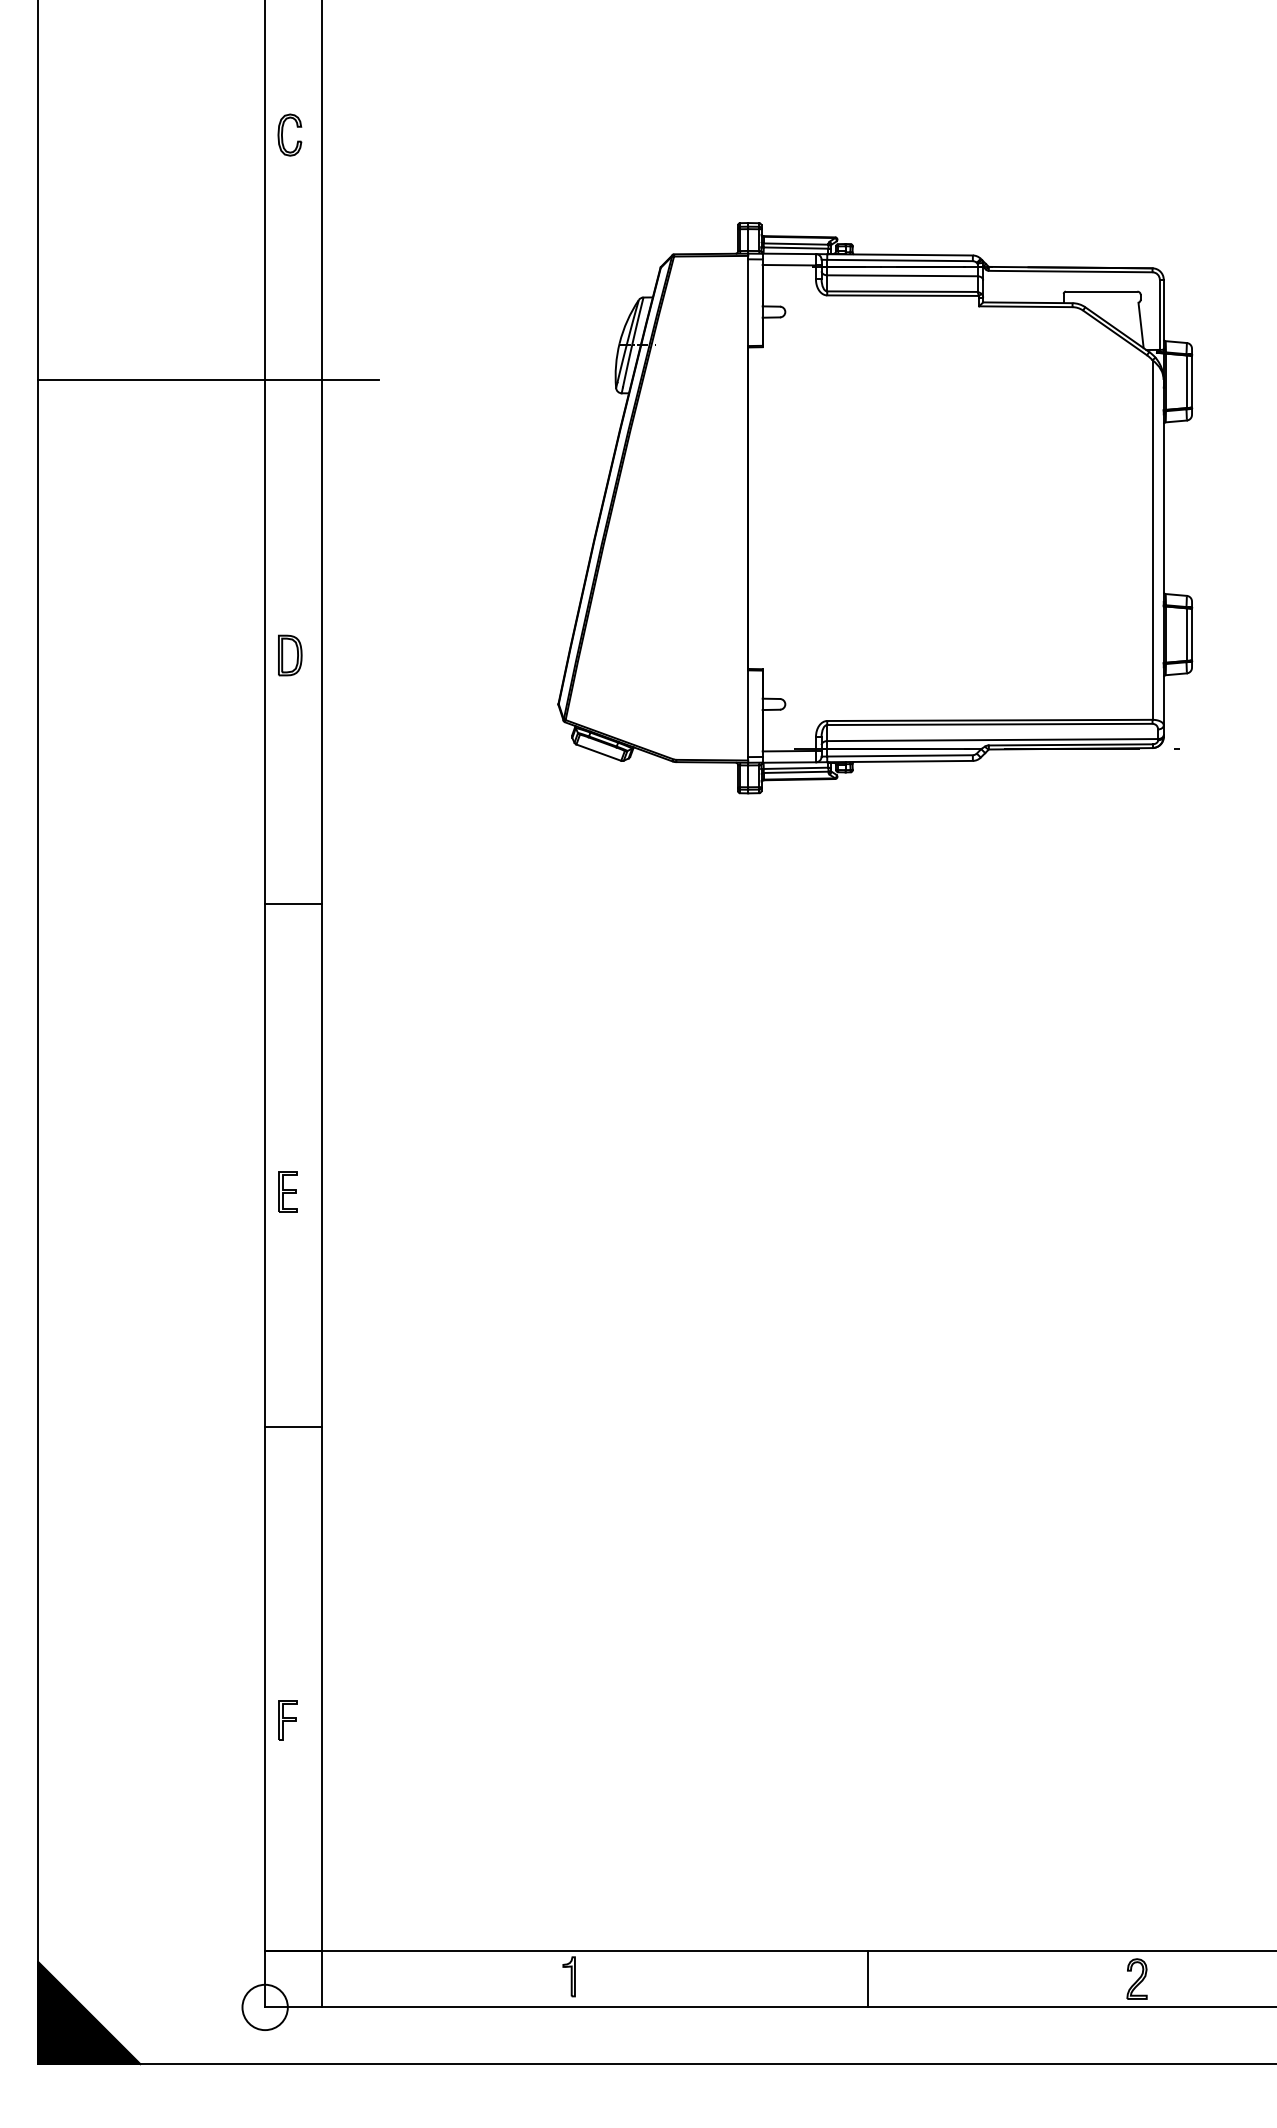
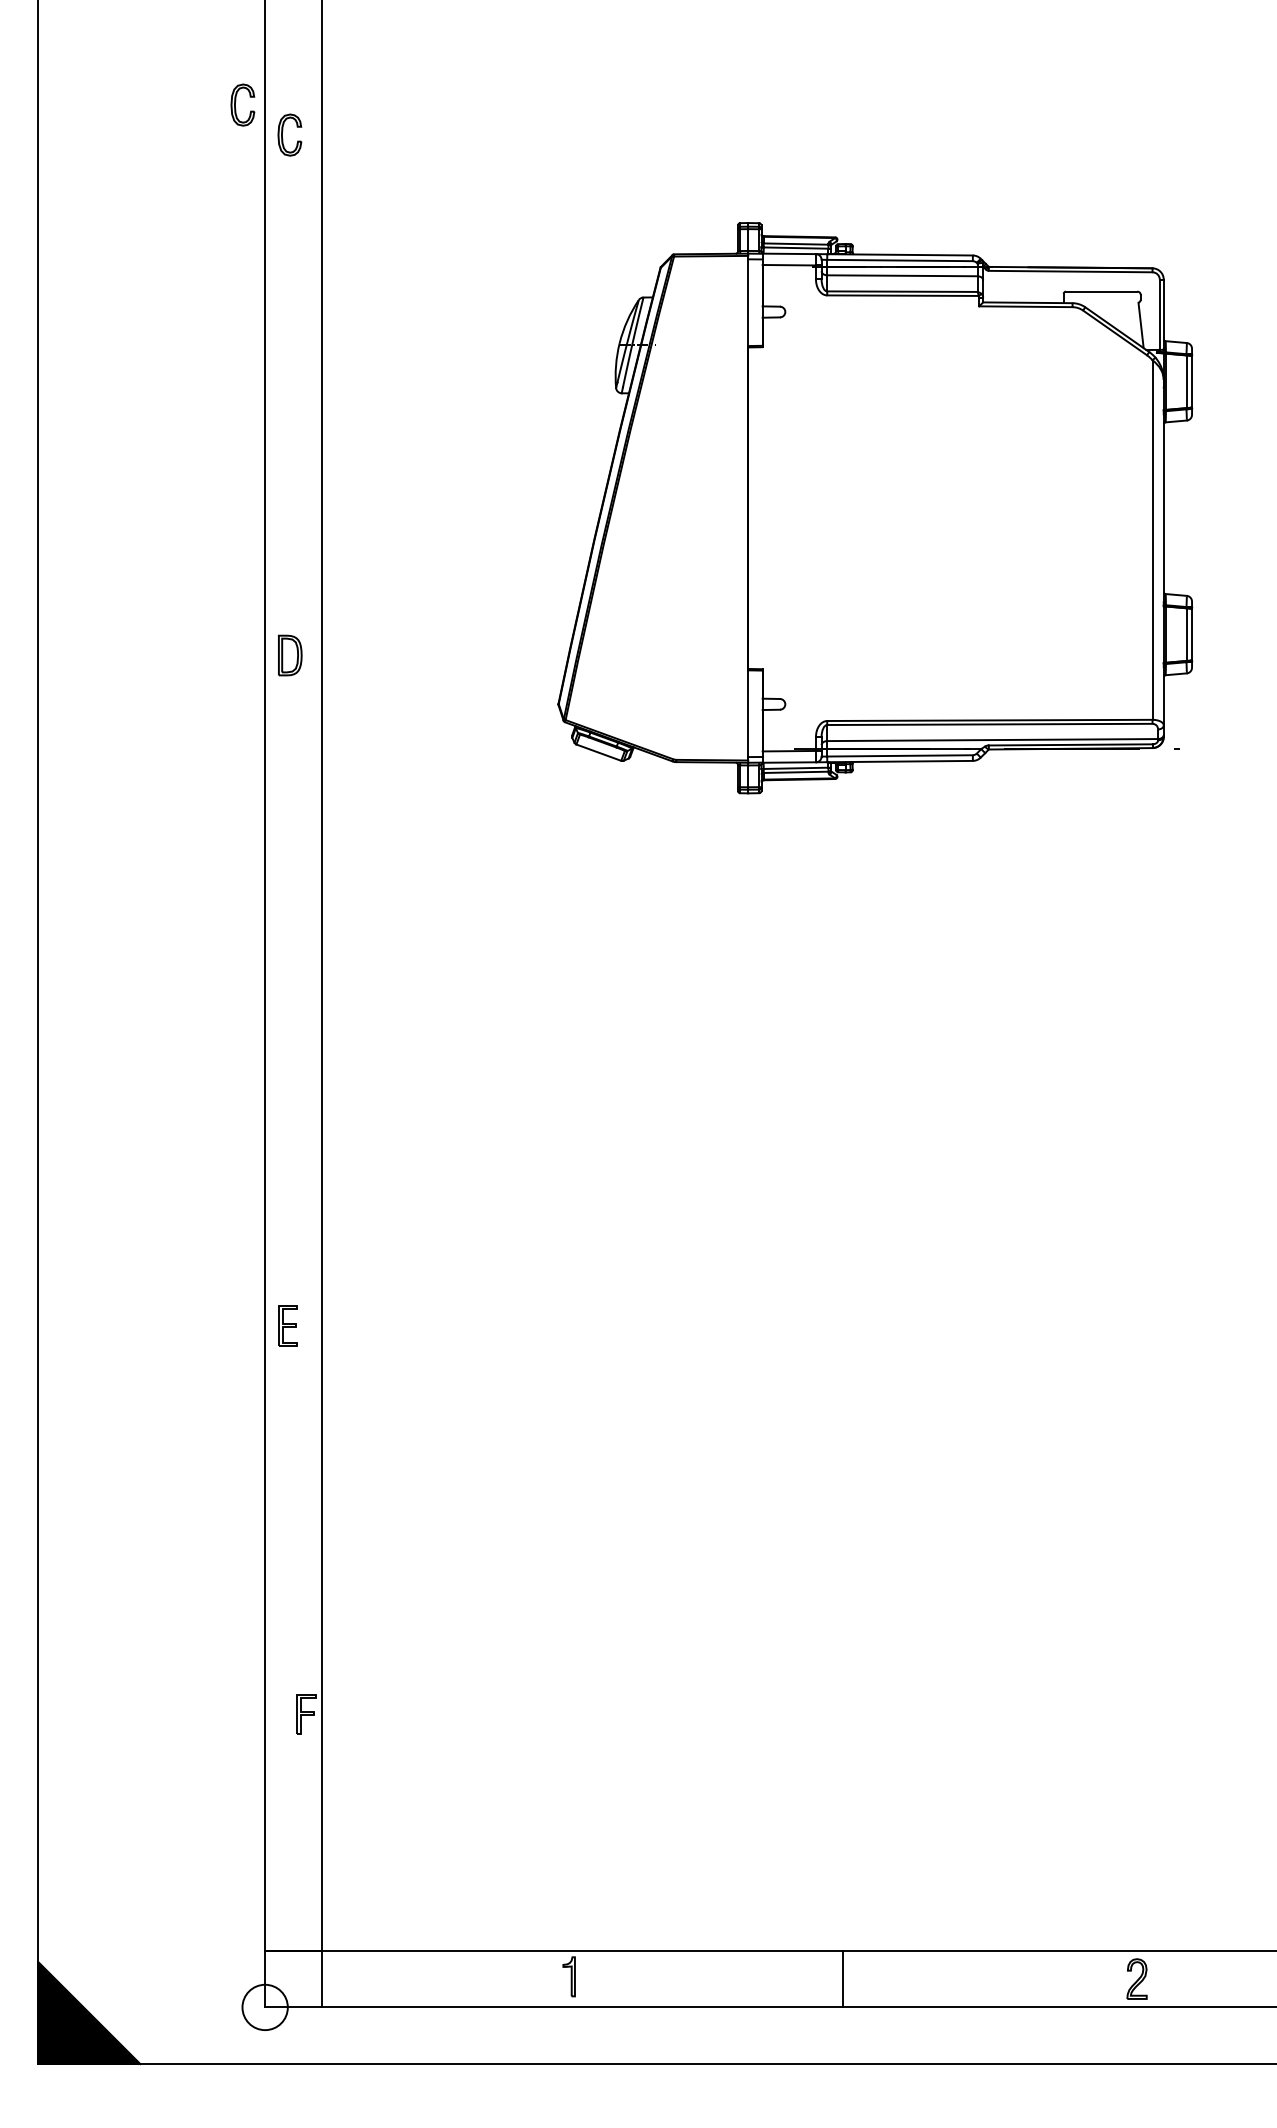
part at (236, 101): none -> present
line at (208, 380): present -> none
line at (293, 903): present -> none
part at (287, 1191) position: (287, 1191) -> (287, 1325)
line at (293, 1427): present -> none
part at (287, 1720) position: (287, 1720) -> (305, 1714)
line at (867, 1978) position: (867, 1978) -> (842, 1978)
